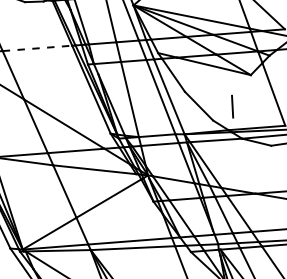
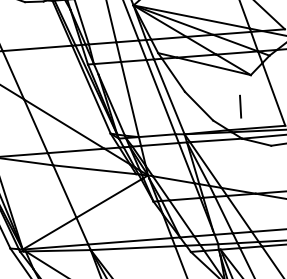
line at (37, 48): dashed -> solid
line at (232, 106) position: (232, 106) -> (240, 106)
